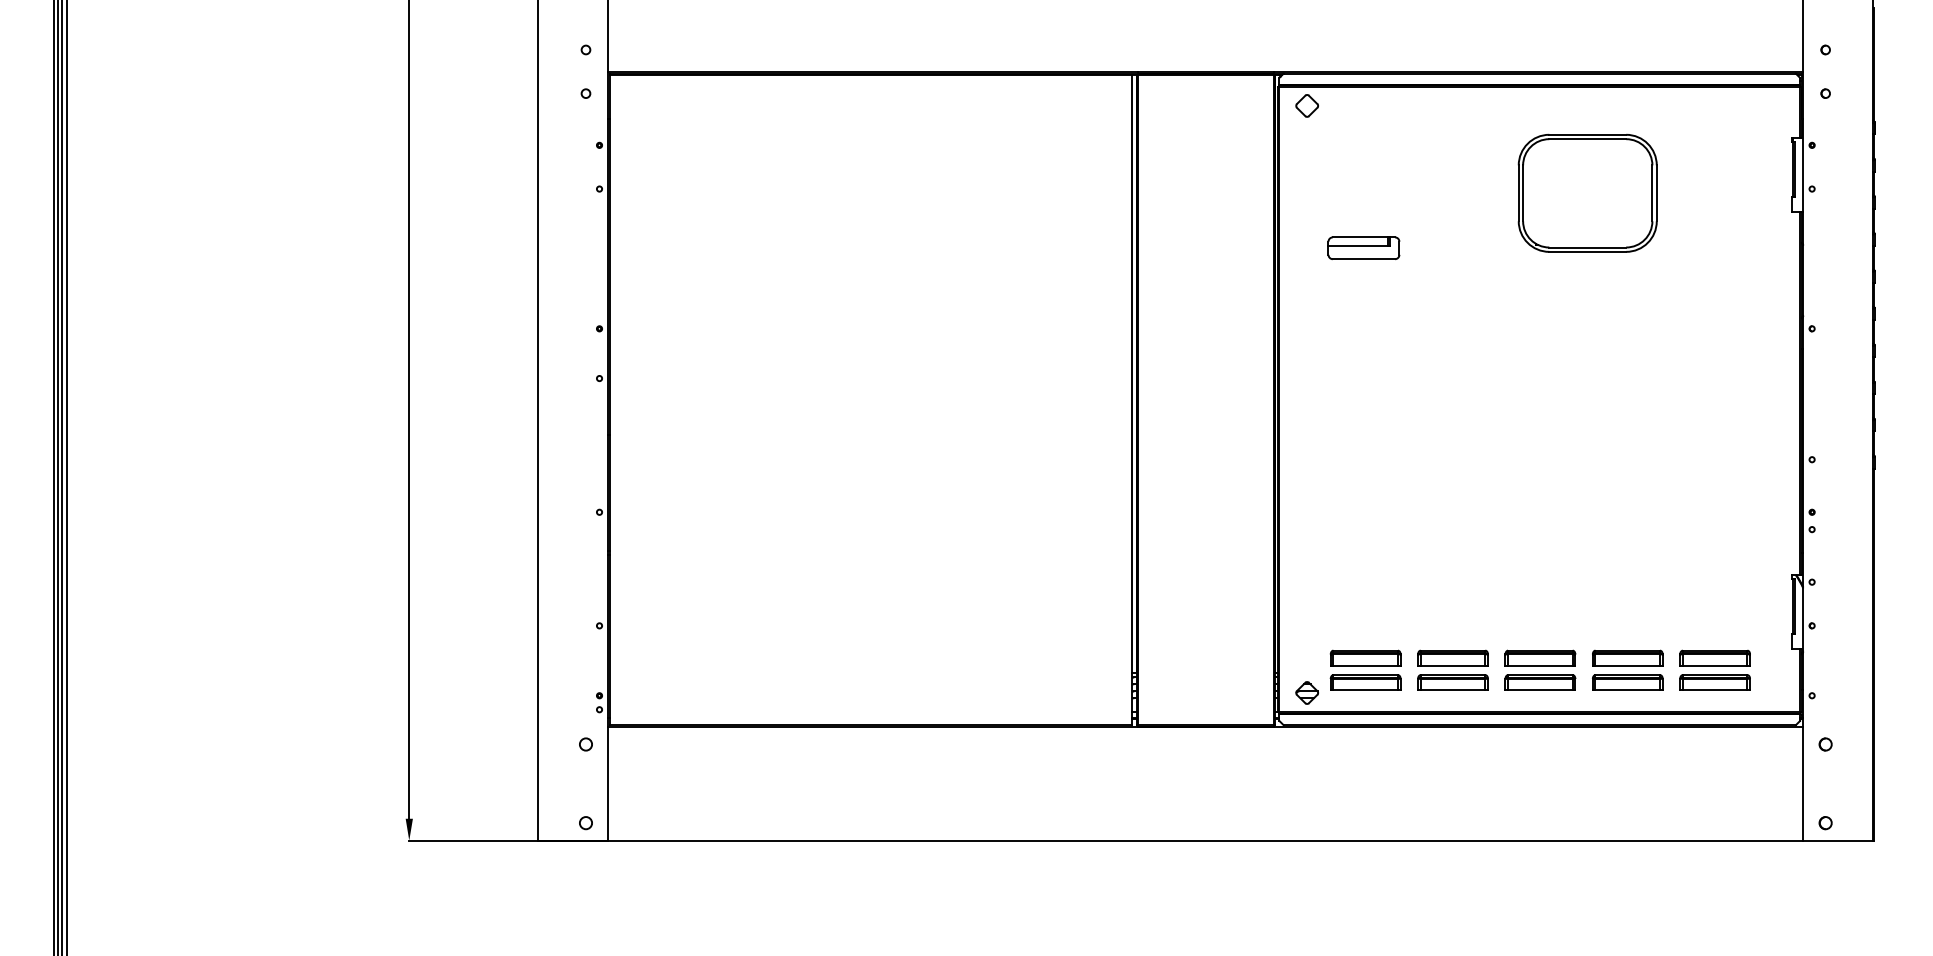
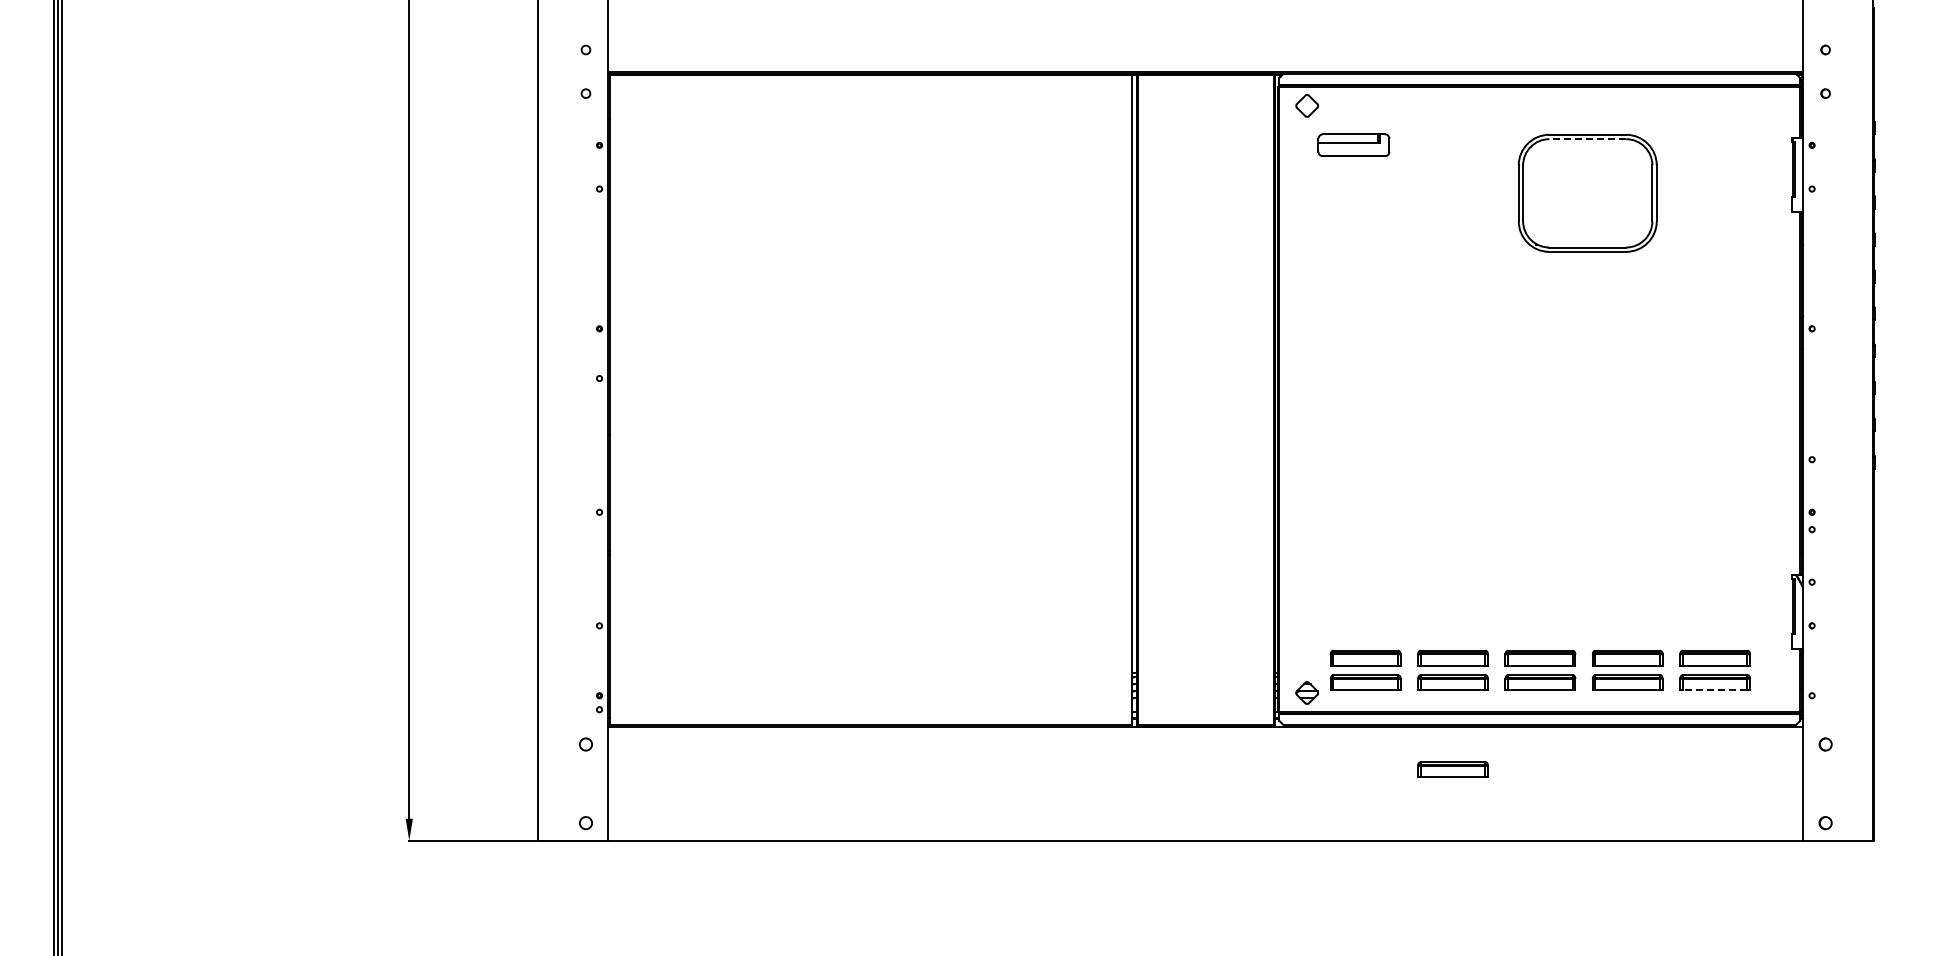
line at (1587, 139): solid -> dashed
part at (1363, 248) position: (1363, 248) -> (1353, 145)
line at (66, 477): present -> none
line at (1714, 690): solid -> dashed
part at (1452, 769): none -> present
